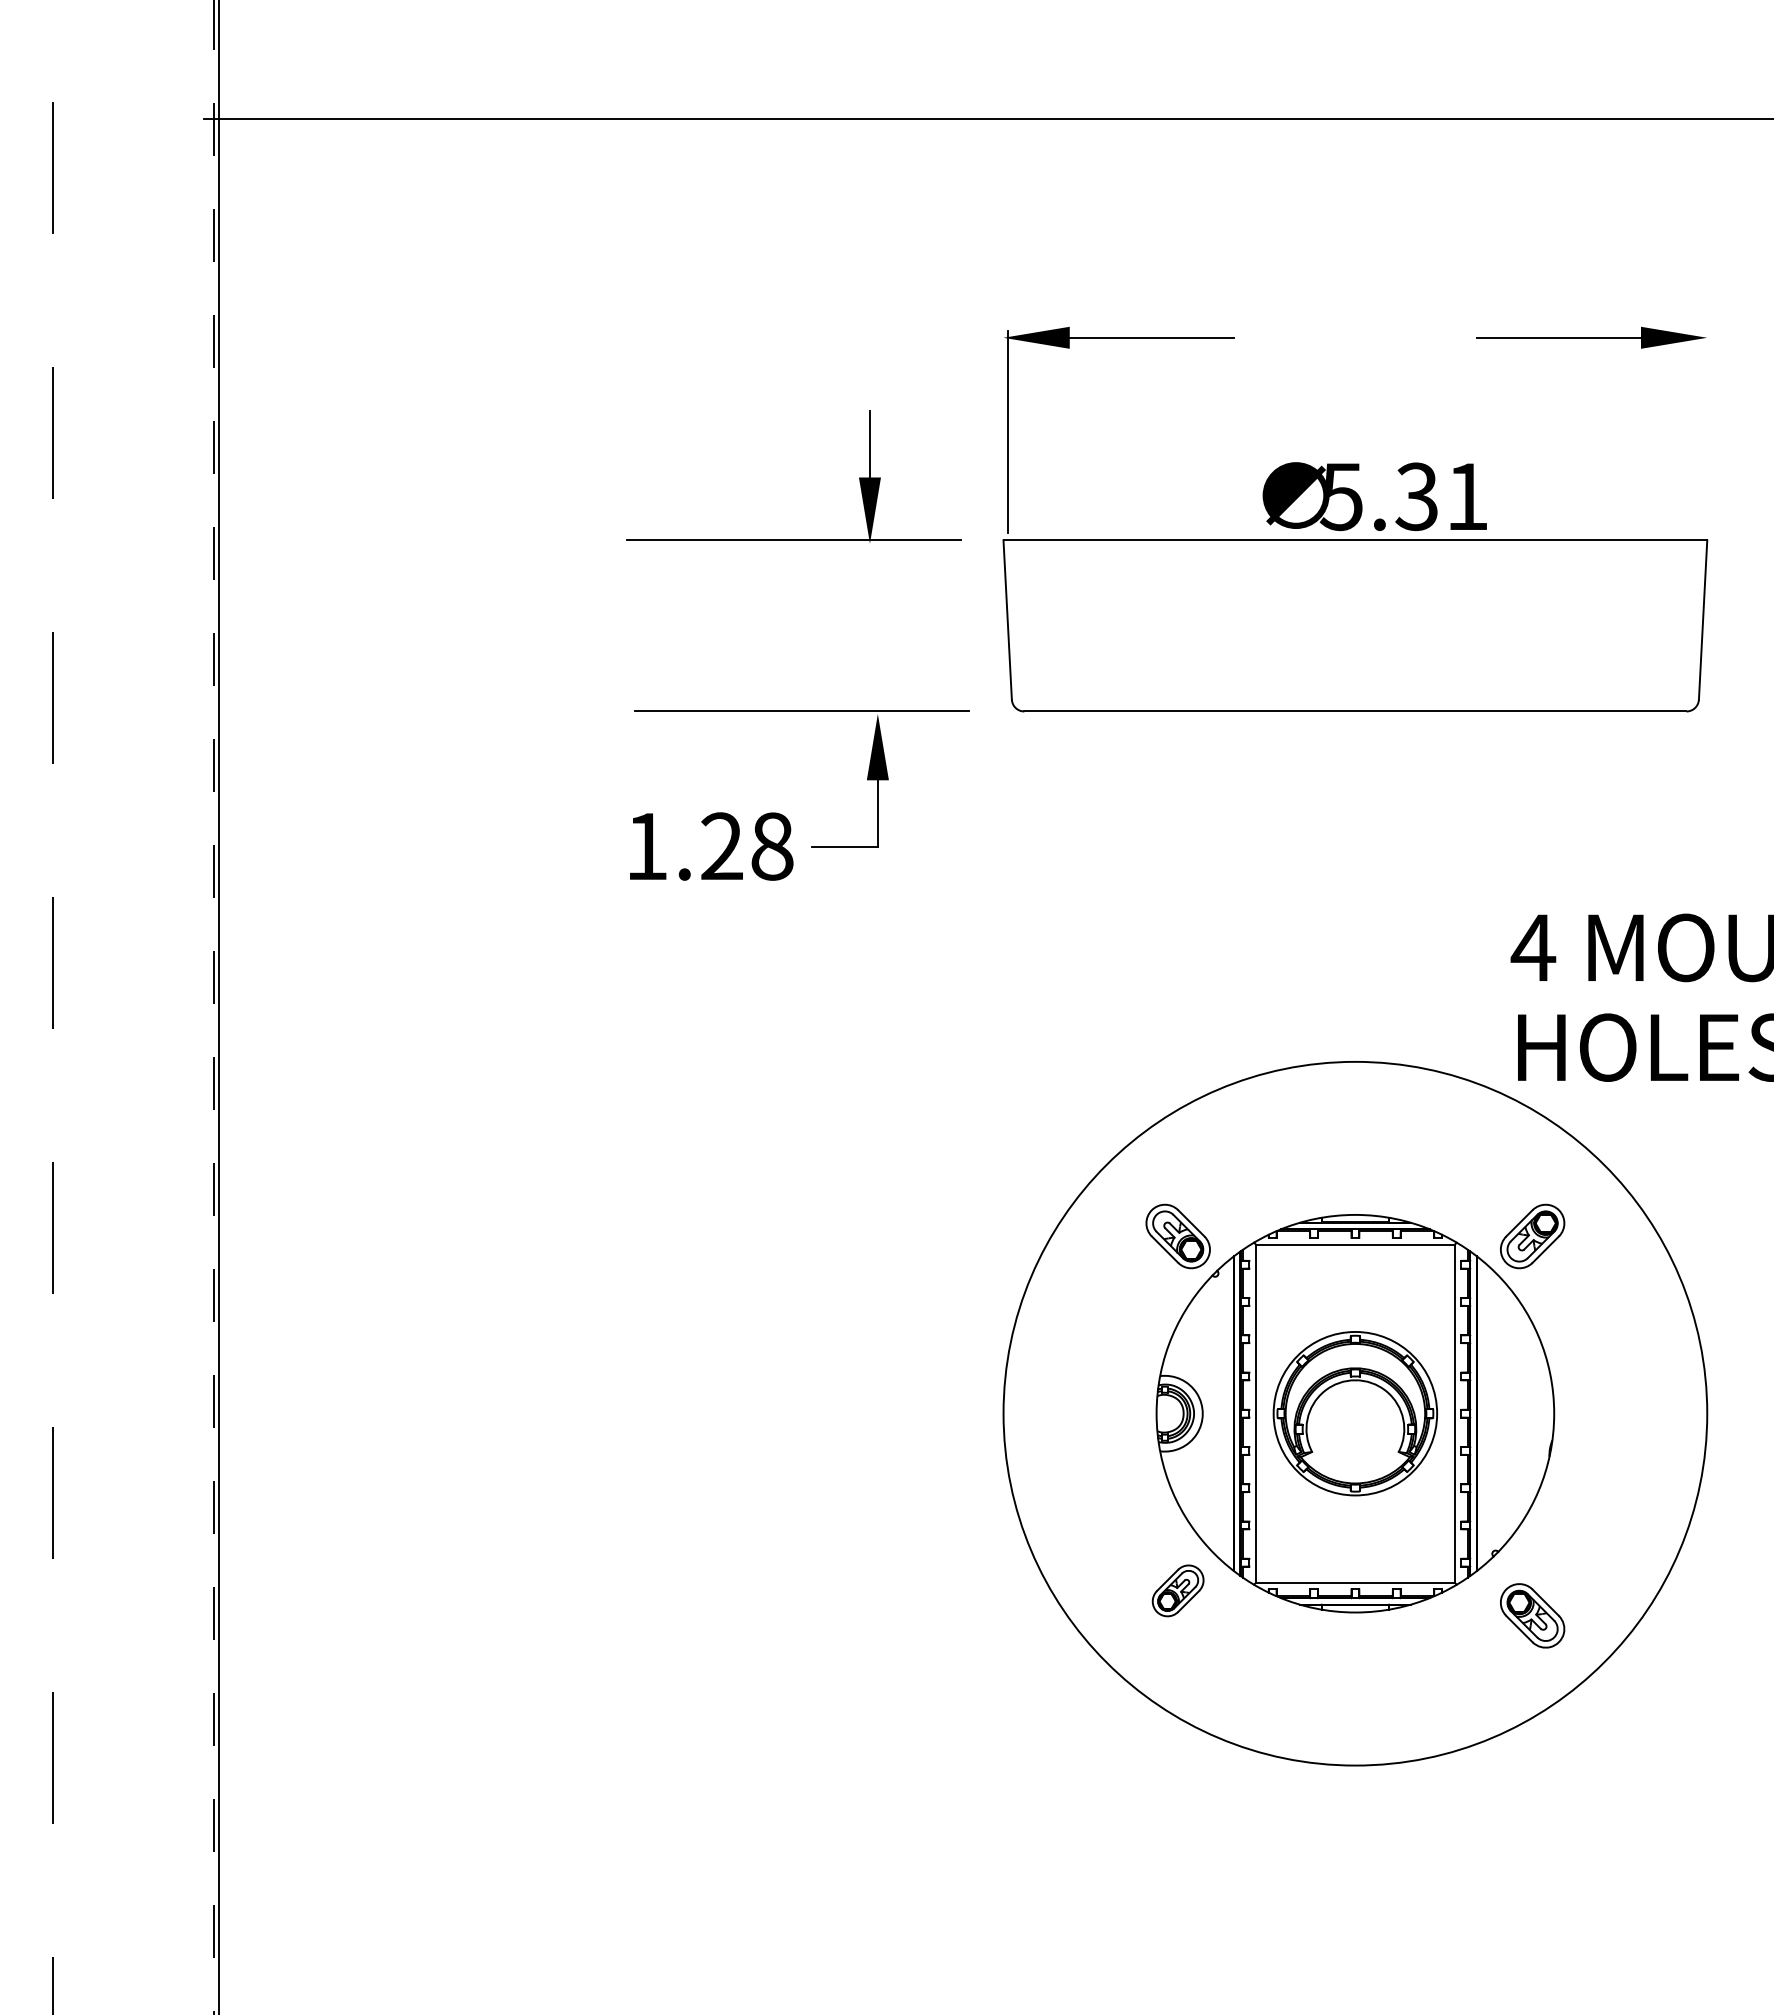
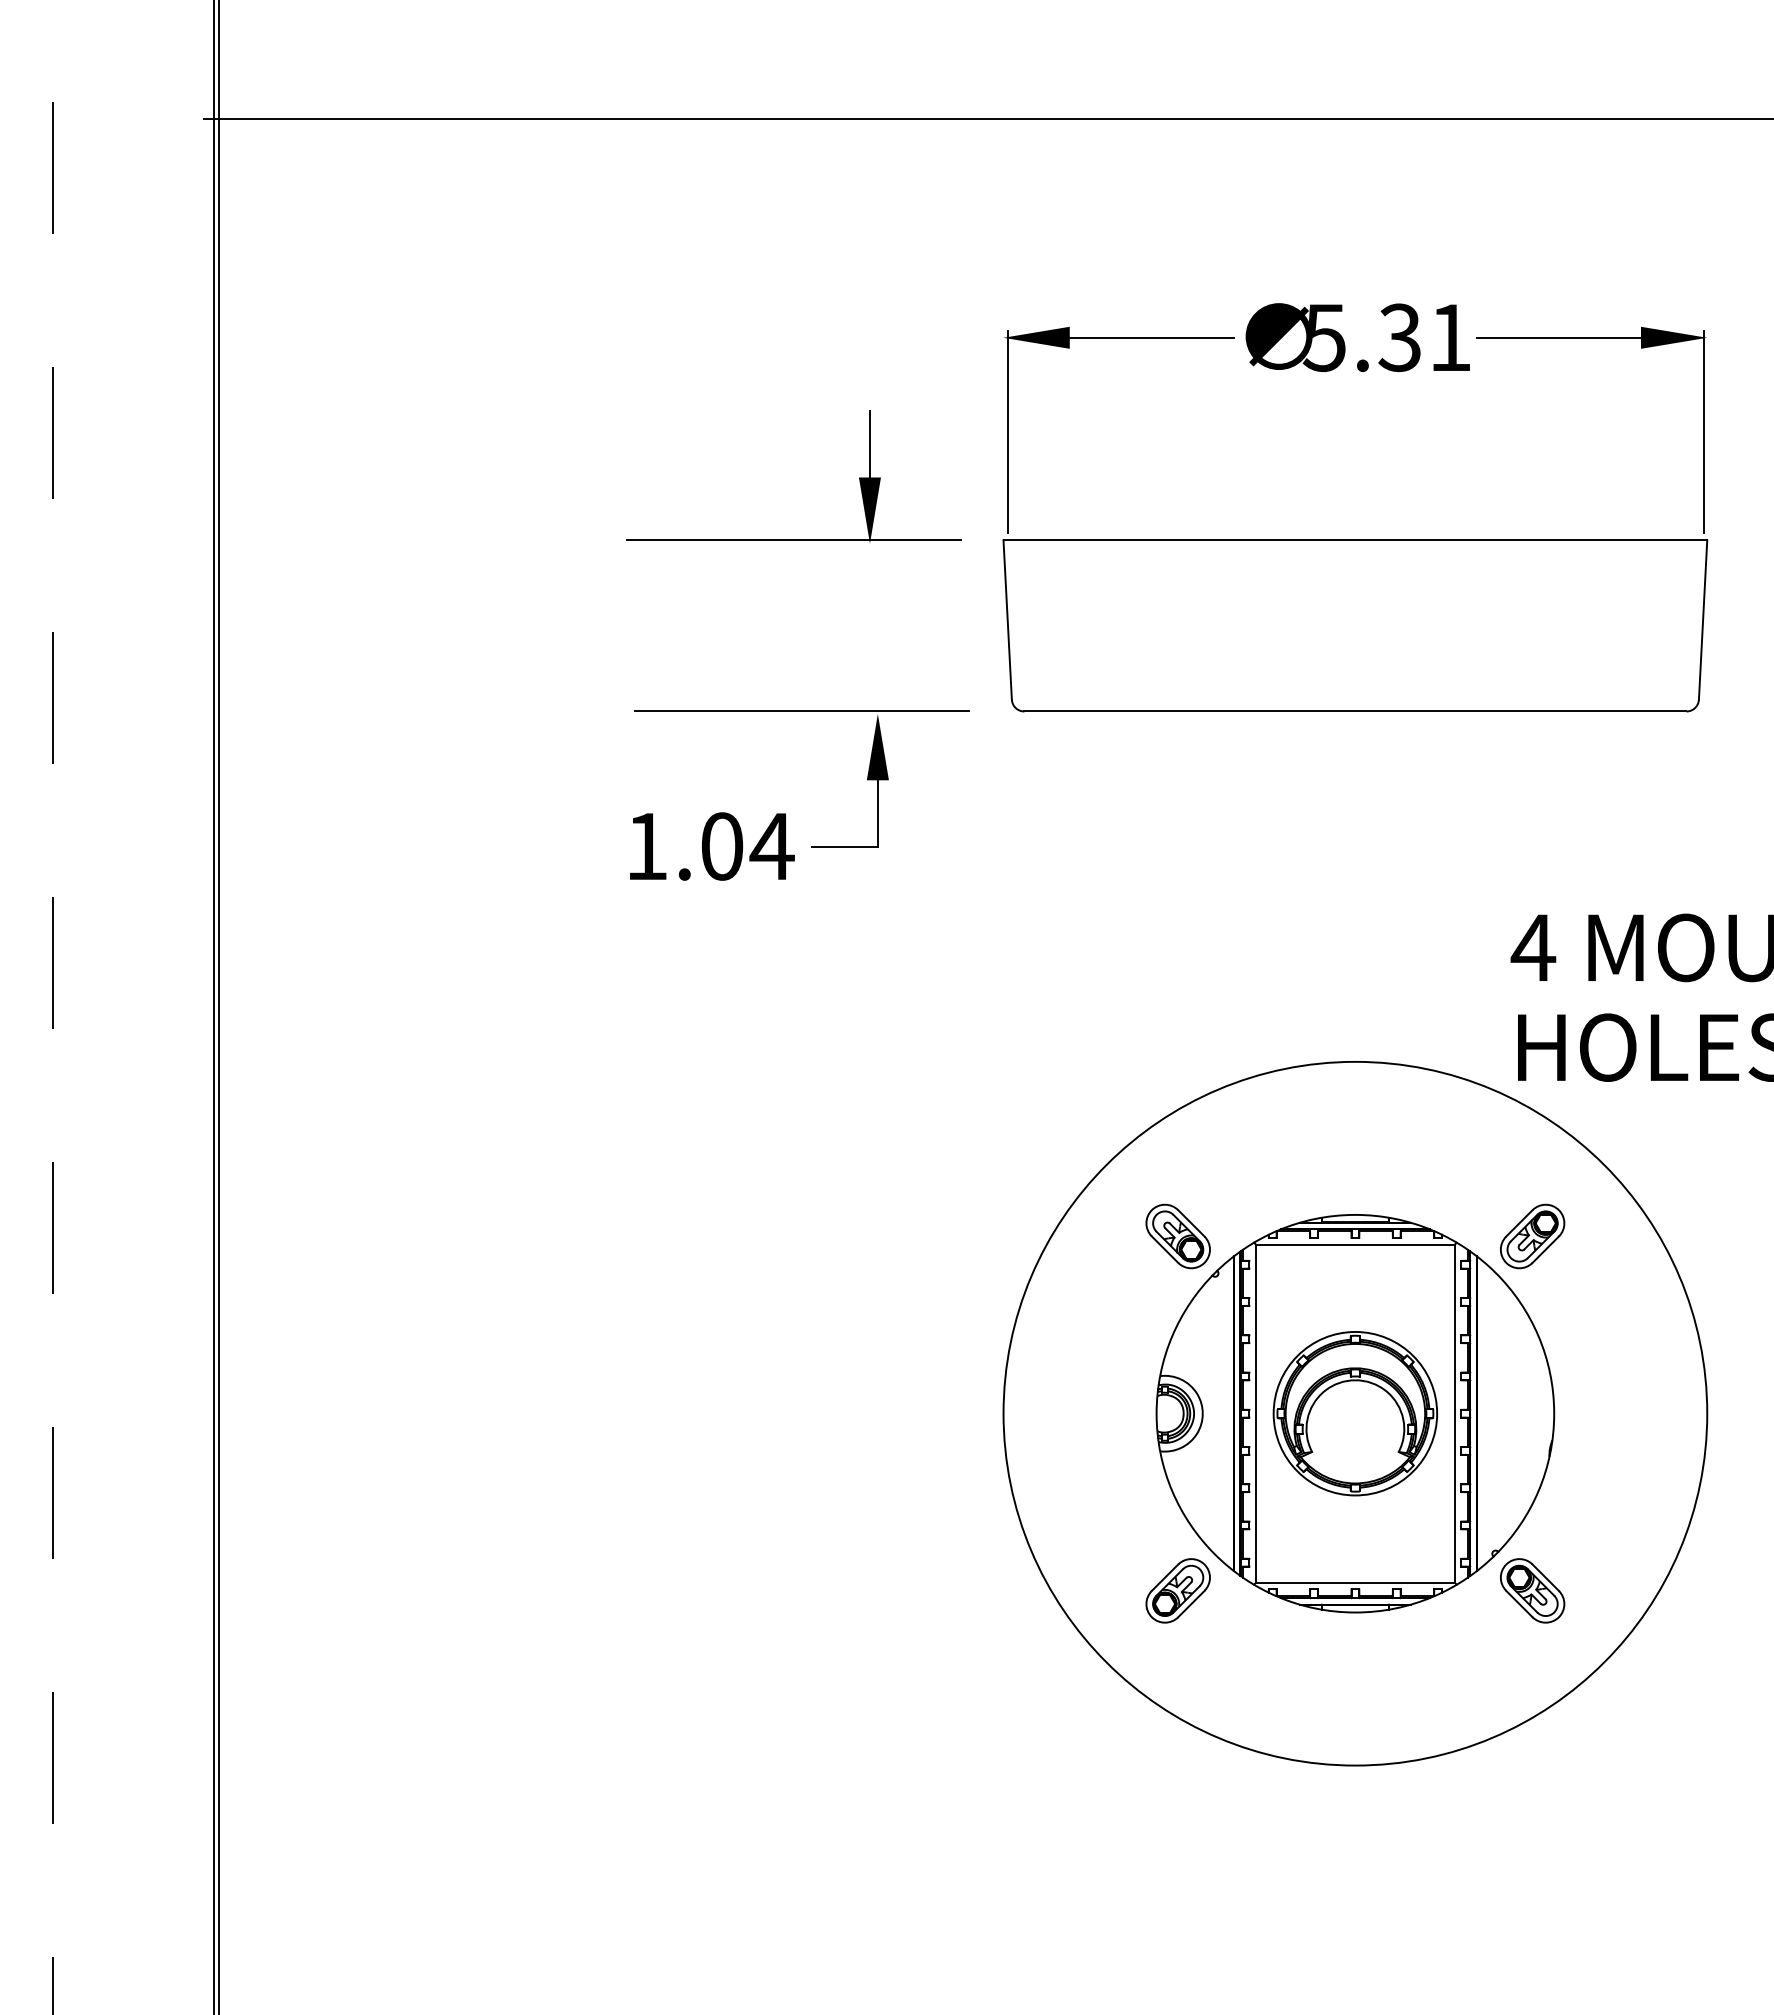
line at (1704, 431): none -> present
text at (1374, 496) position: (1374, 496) -> (1357, 337)
text at (747, 846): 1.28 -> 1.04
line at (213, 1007): dashed -> solid
part at (1177, 1590) size: 54x54 px -> 66x66 px
part at (1532, 1615) position: (1532, 1615) -> (1532, 1590)
